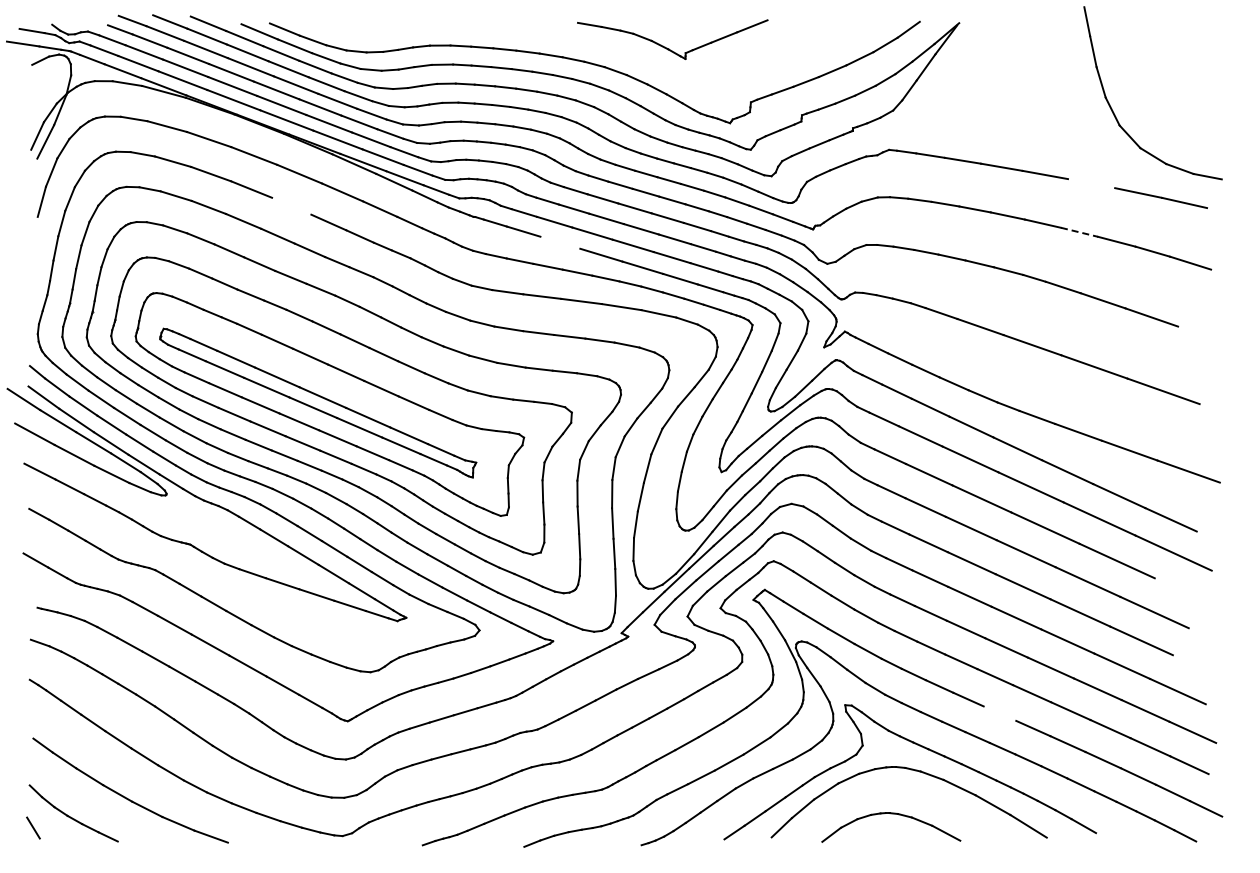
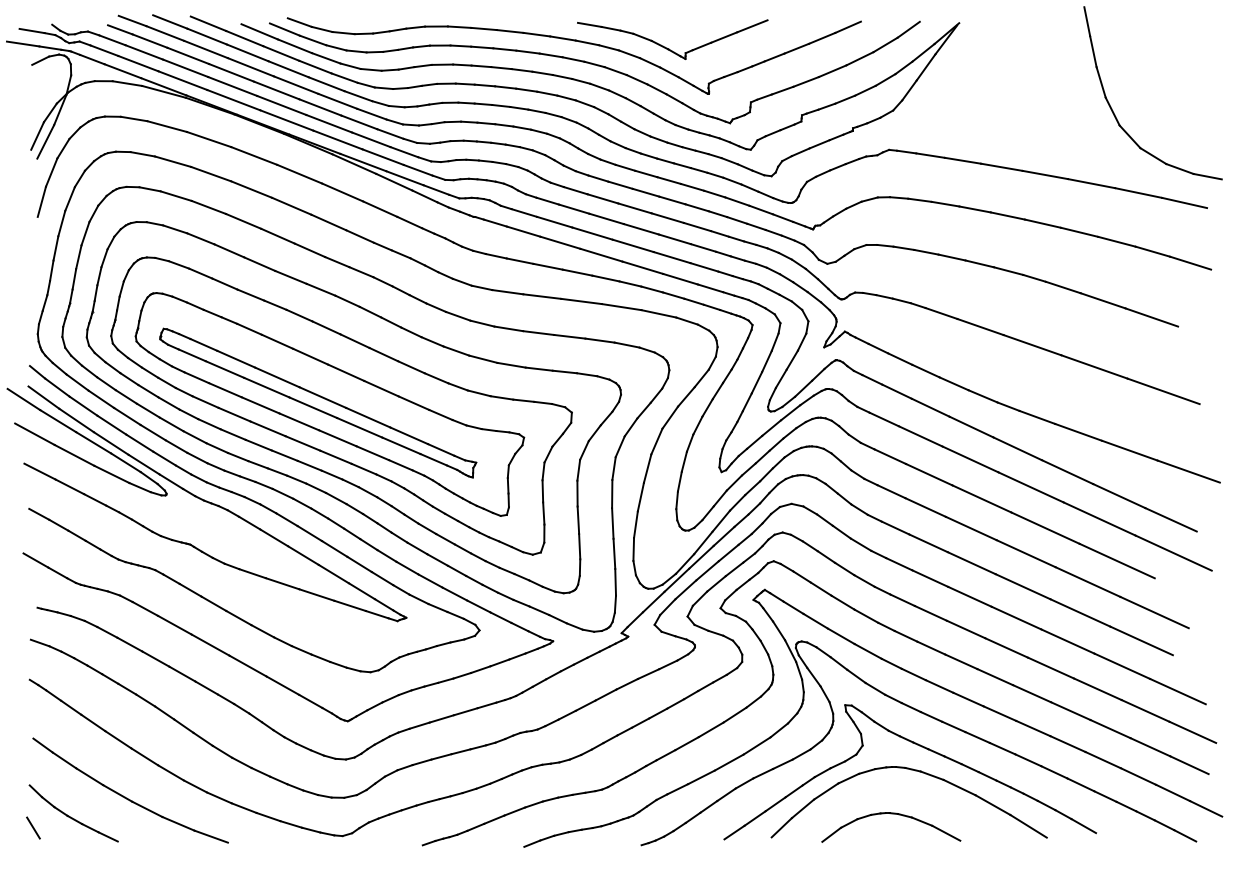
part at (573, 41): none -> present
line at (1091, 183): none -> present
line at (291, 205): none -> present
line at (1080, 232): dashed -> solid
line at (560, 242): none -> present
line at (999, 713): none -> present
